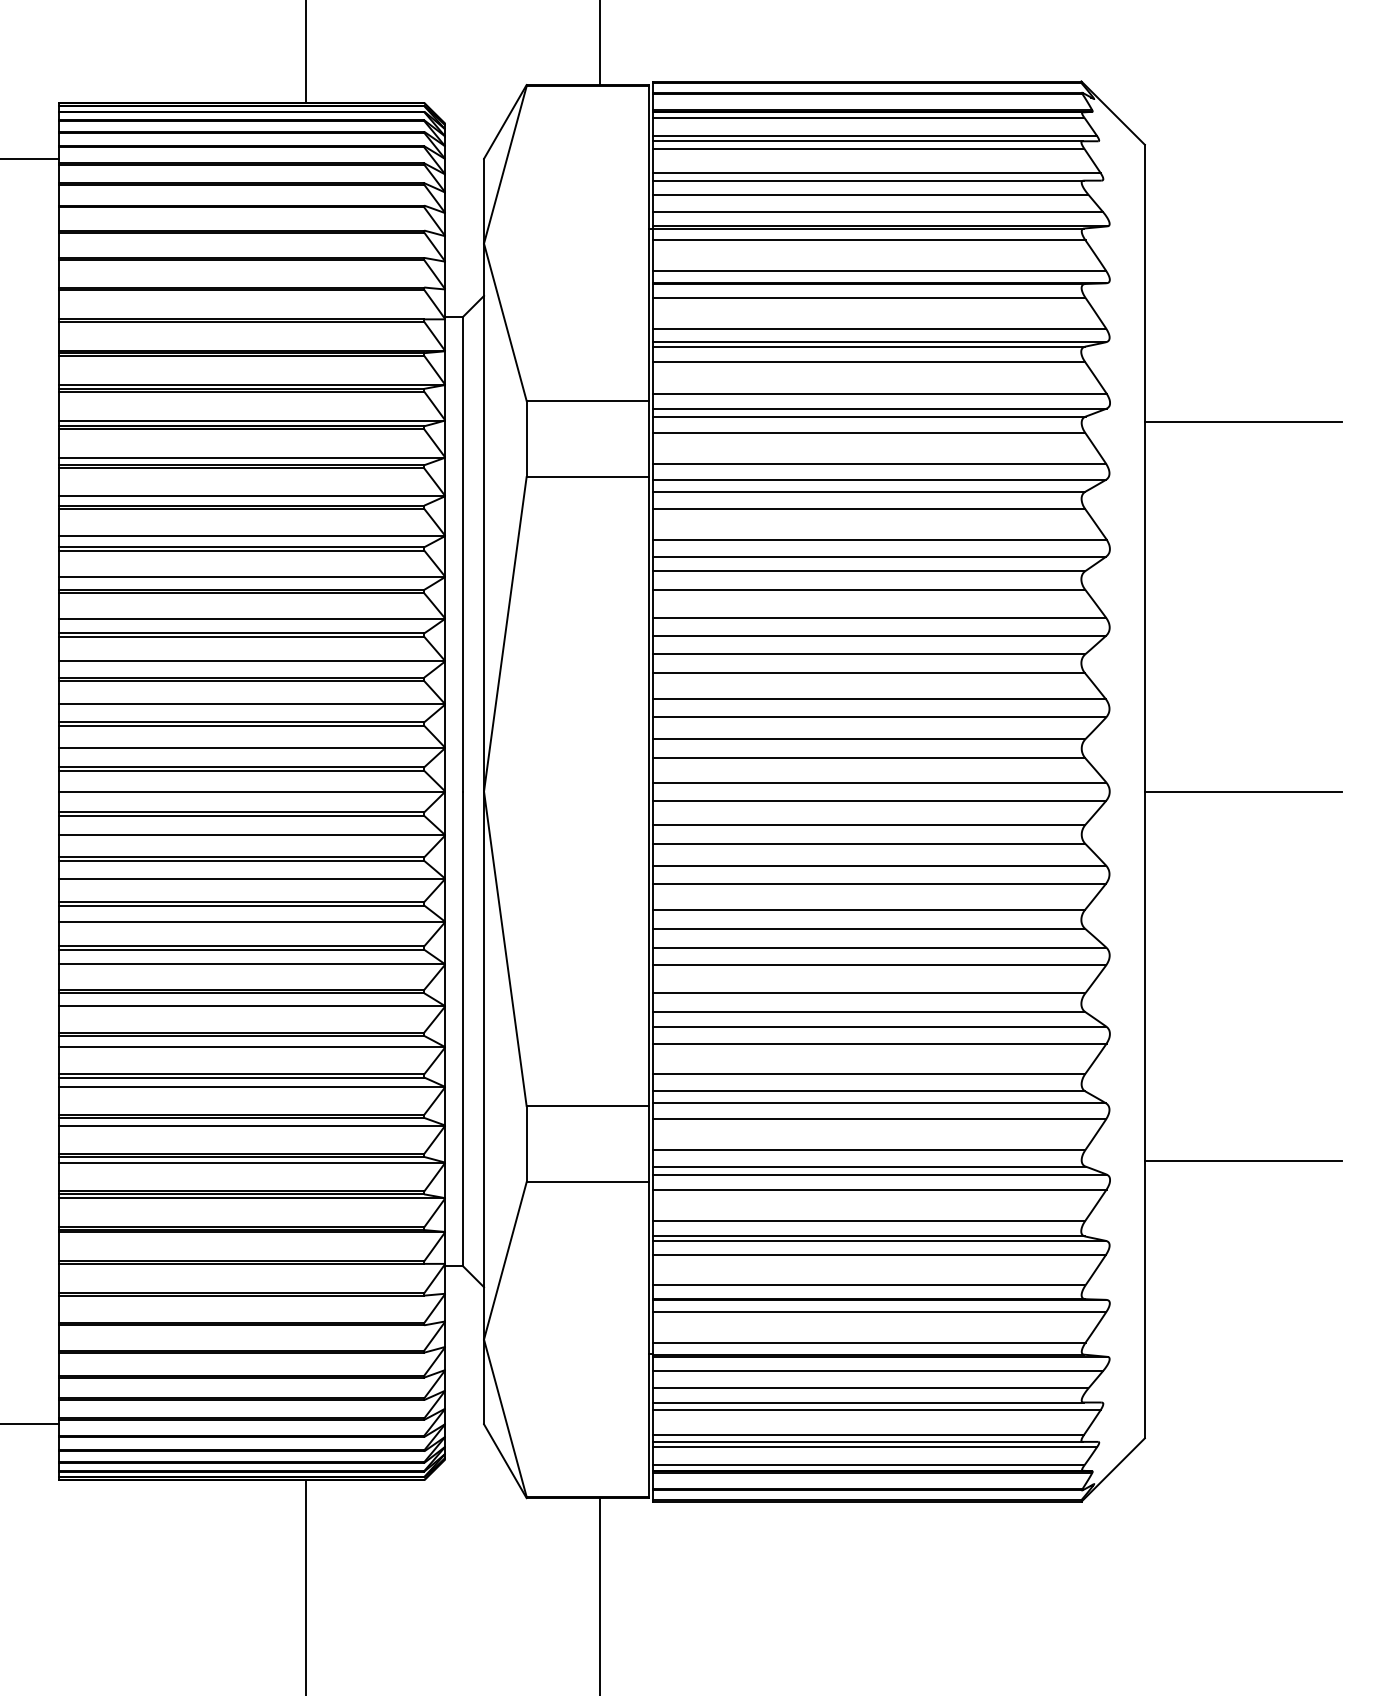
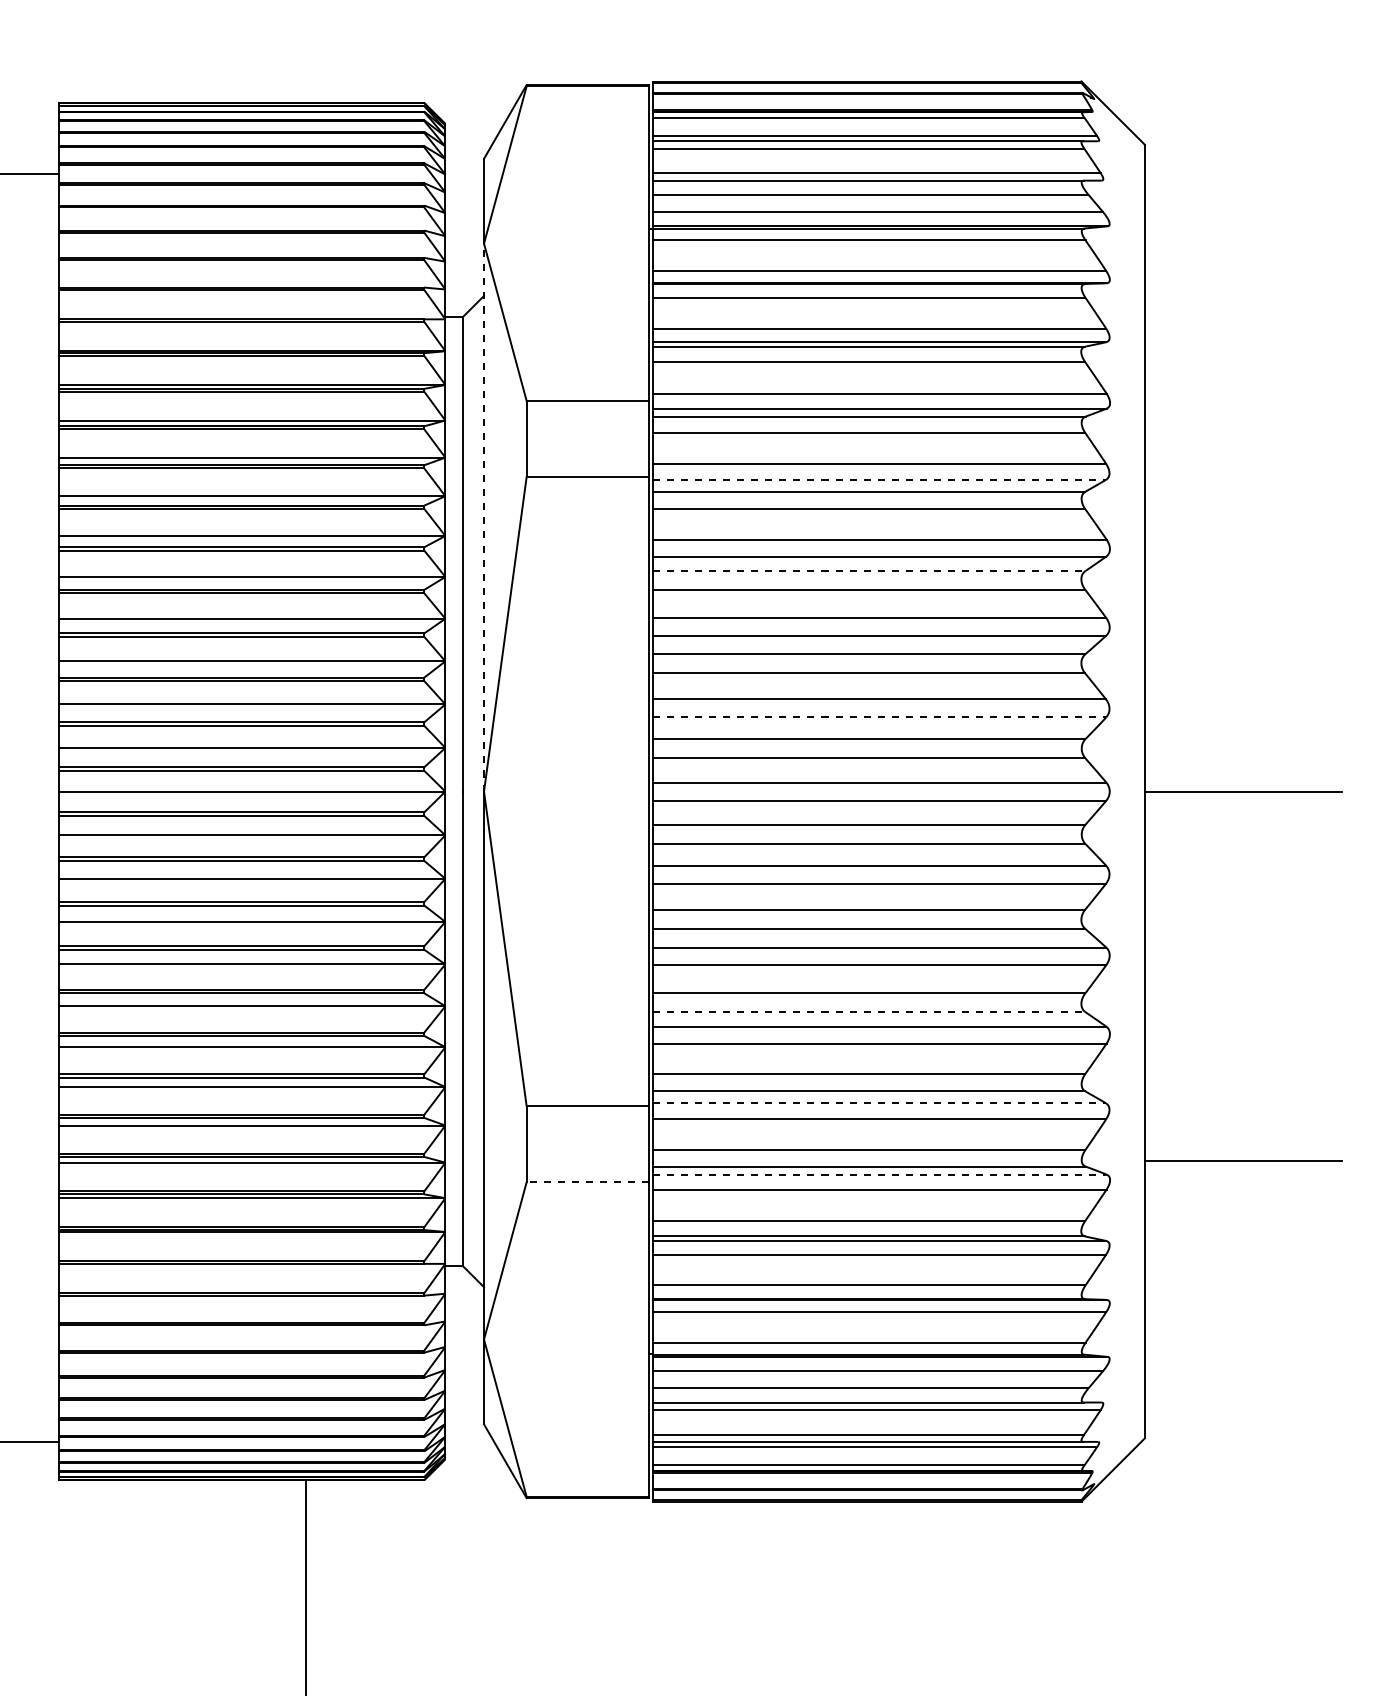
line at (600, 43): present -> none
line at (305, 52): present -> none
line at (30, 158) position: (30, 158) -> (30, 173)
line at (1242, 422): present -> none
line at (879, 479): solid -> dashed
line at (484, 517): solid -> dashed
line at (869, 571): solid -> dashed
line at (879, 717): solid -> dashed
line at (869, 1012): solid -> dashed
line at (879, 1103): solid -> dashed
line at (879, 1174): solid -> dashed
line at (587, 1182): solid -> dashed
line at (30, 1424) position: (30, 1424) -> (30, 1442)
line at (600, 1595): present -> none
